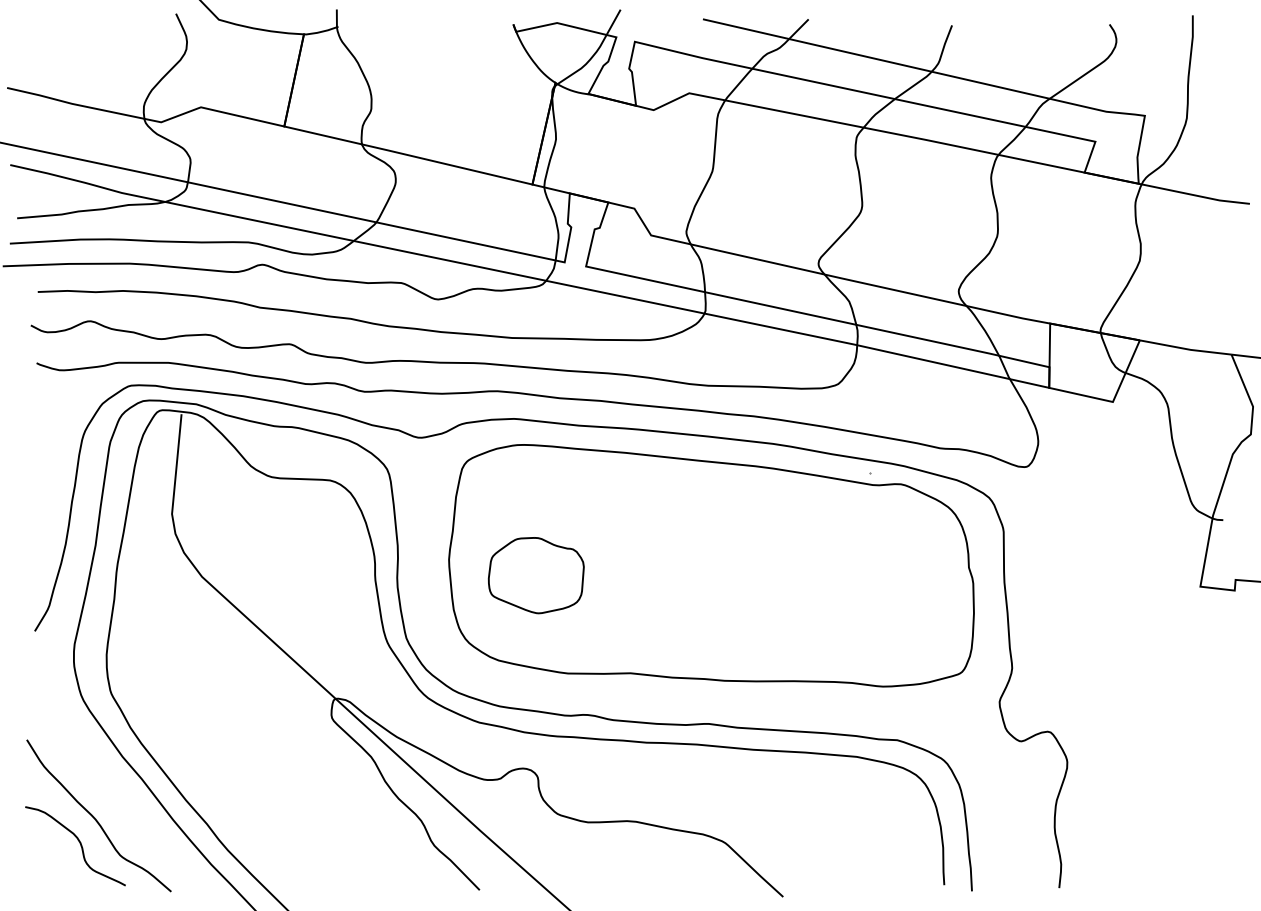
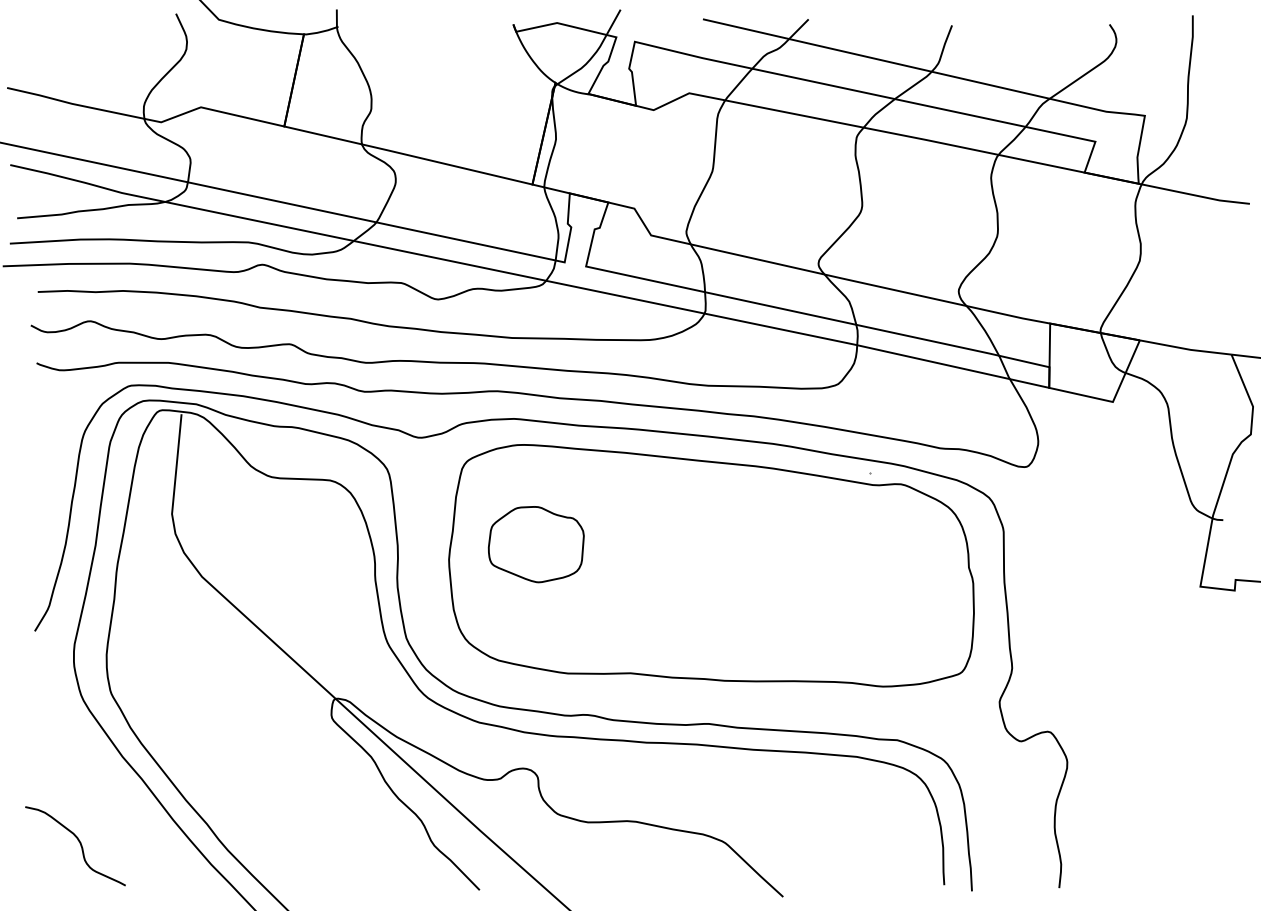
part at (535, 575) position: (535, 575) -> (535, 544)
curve at (95, 817): present -> none
